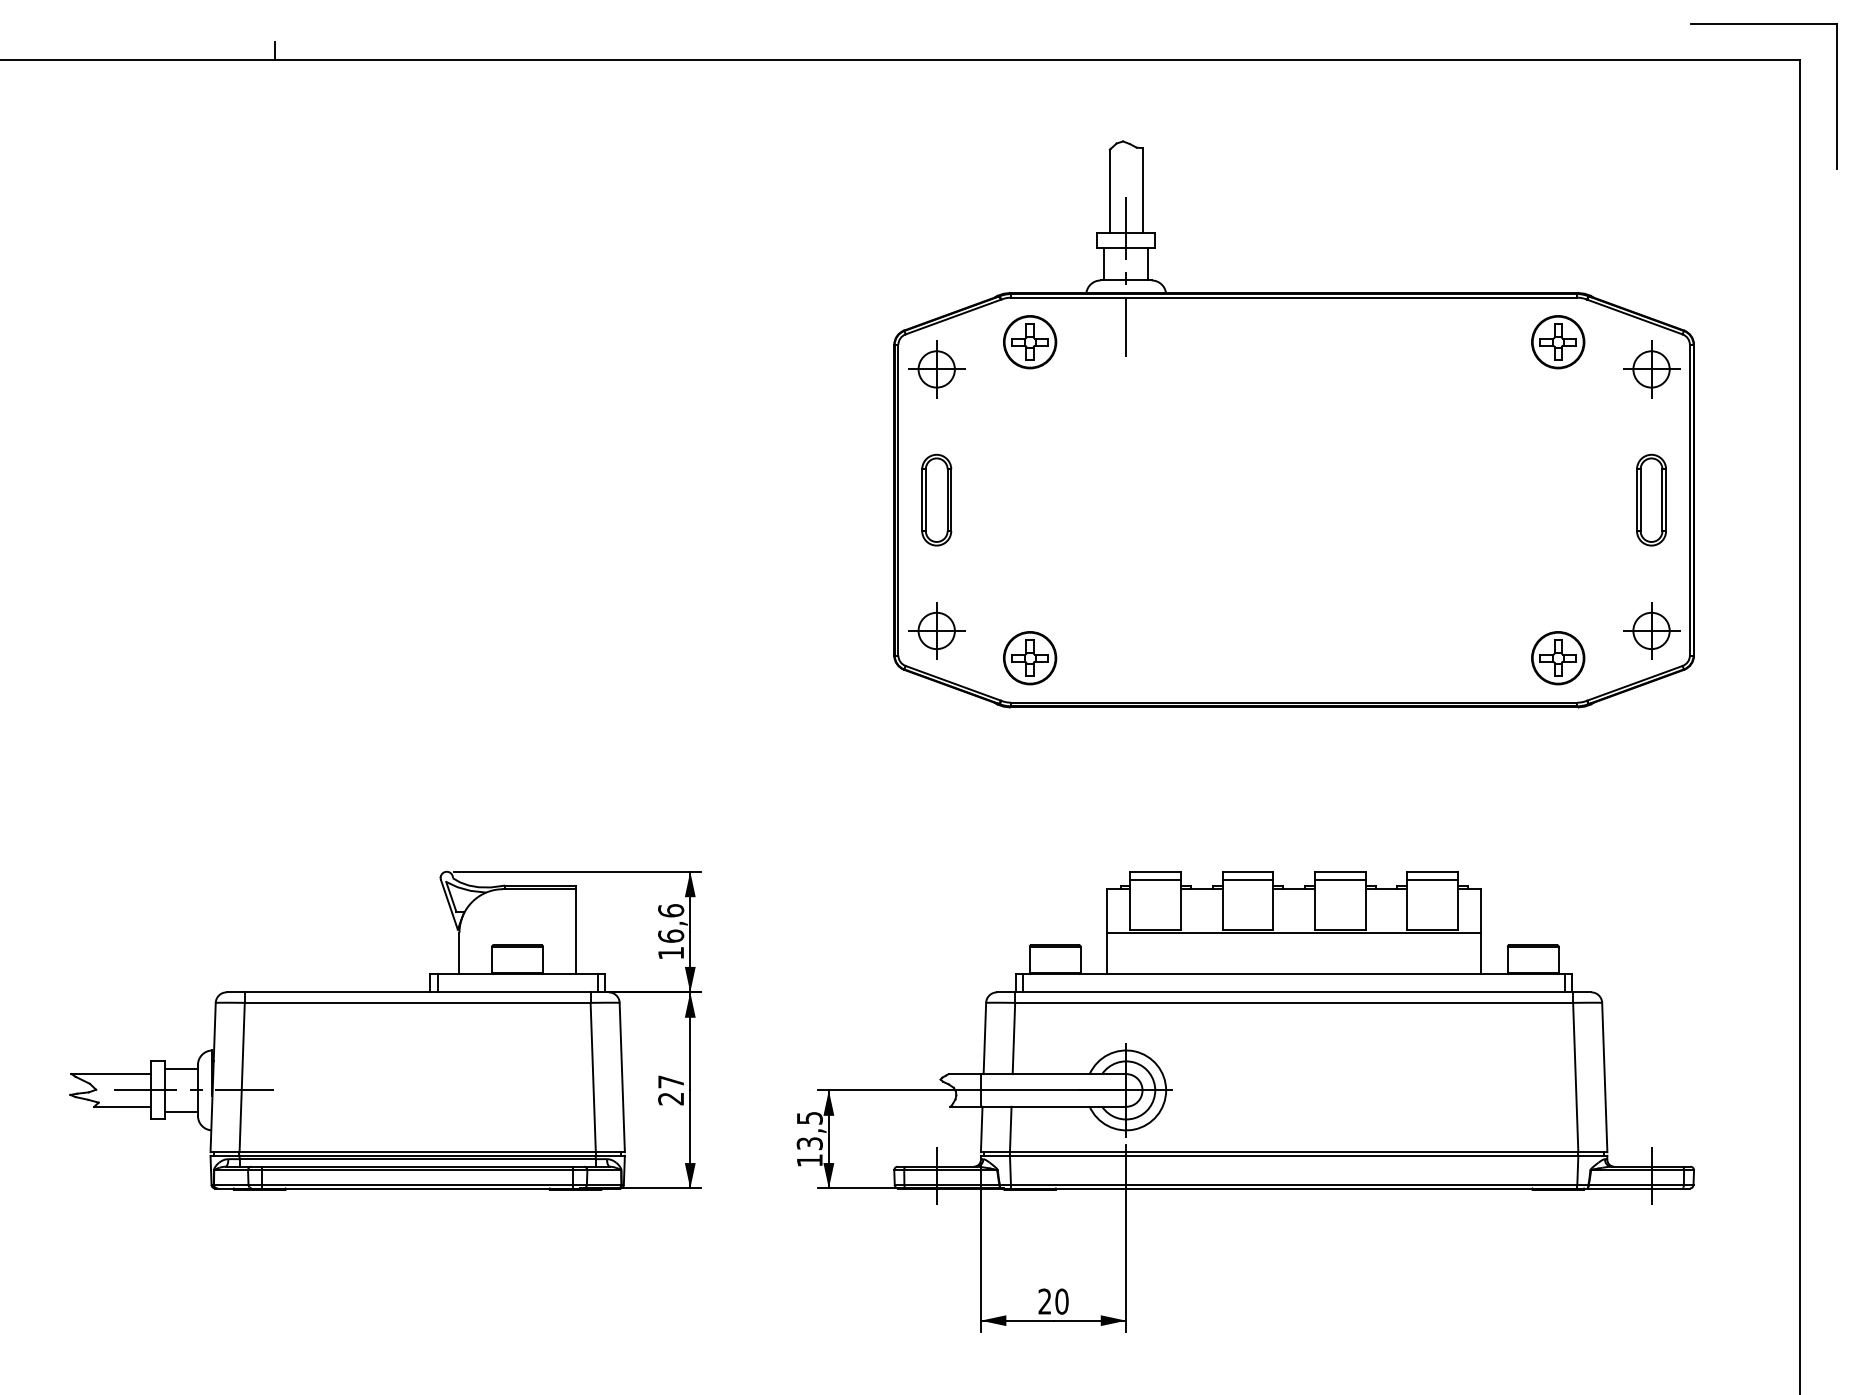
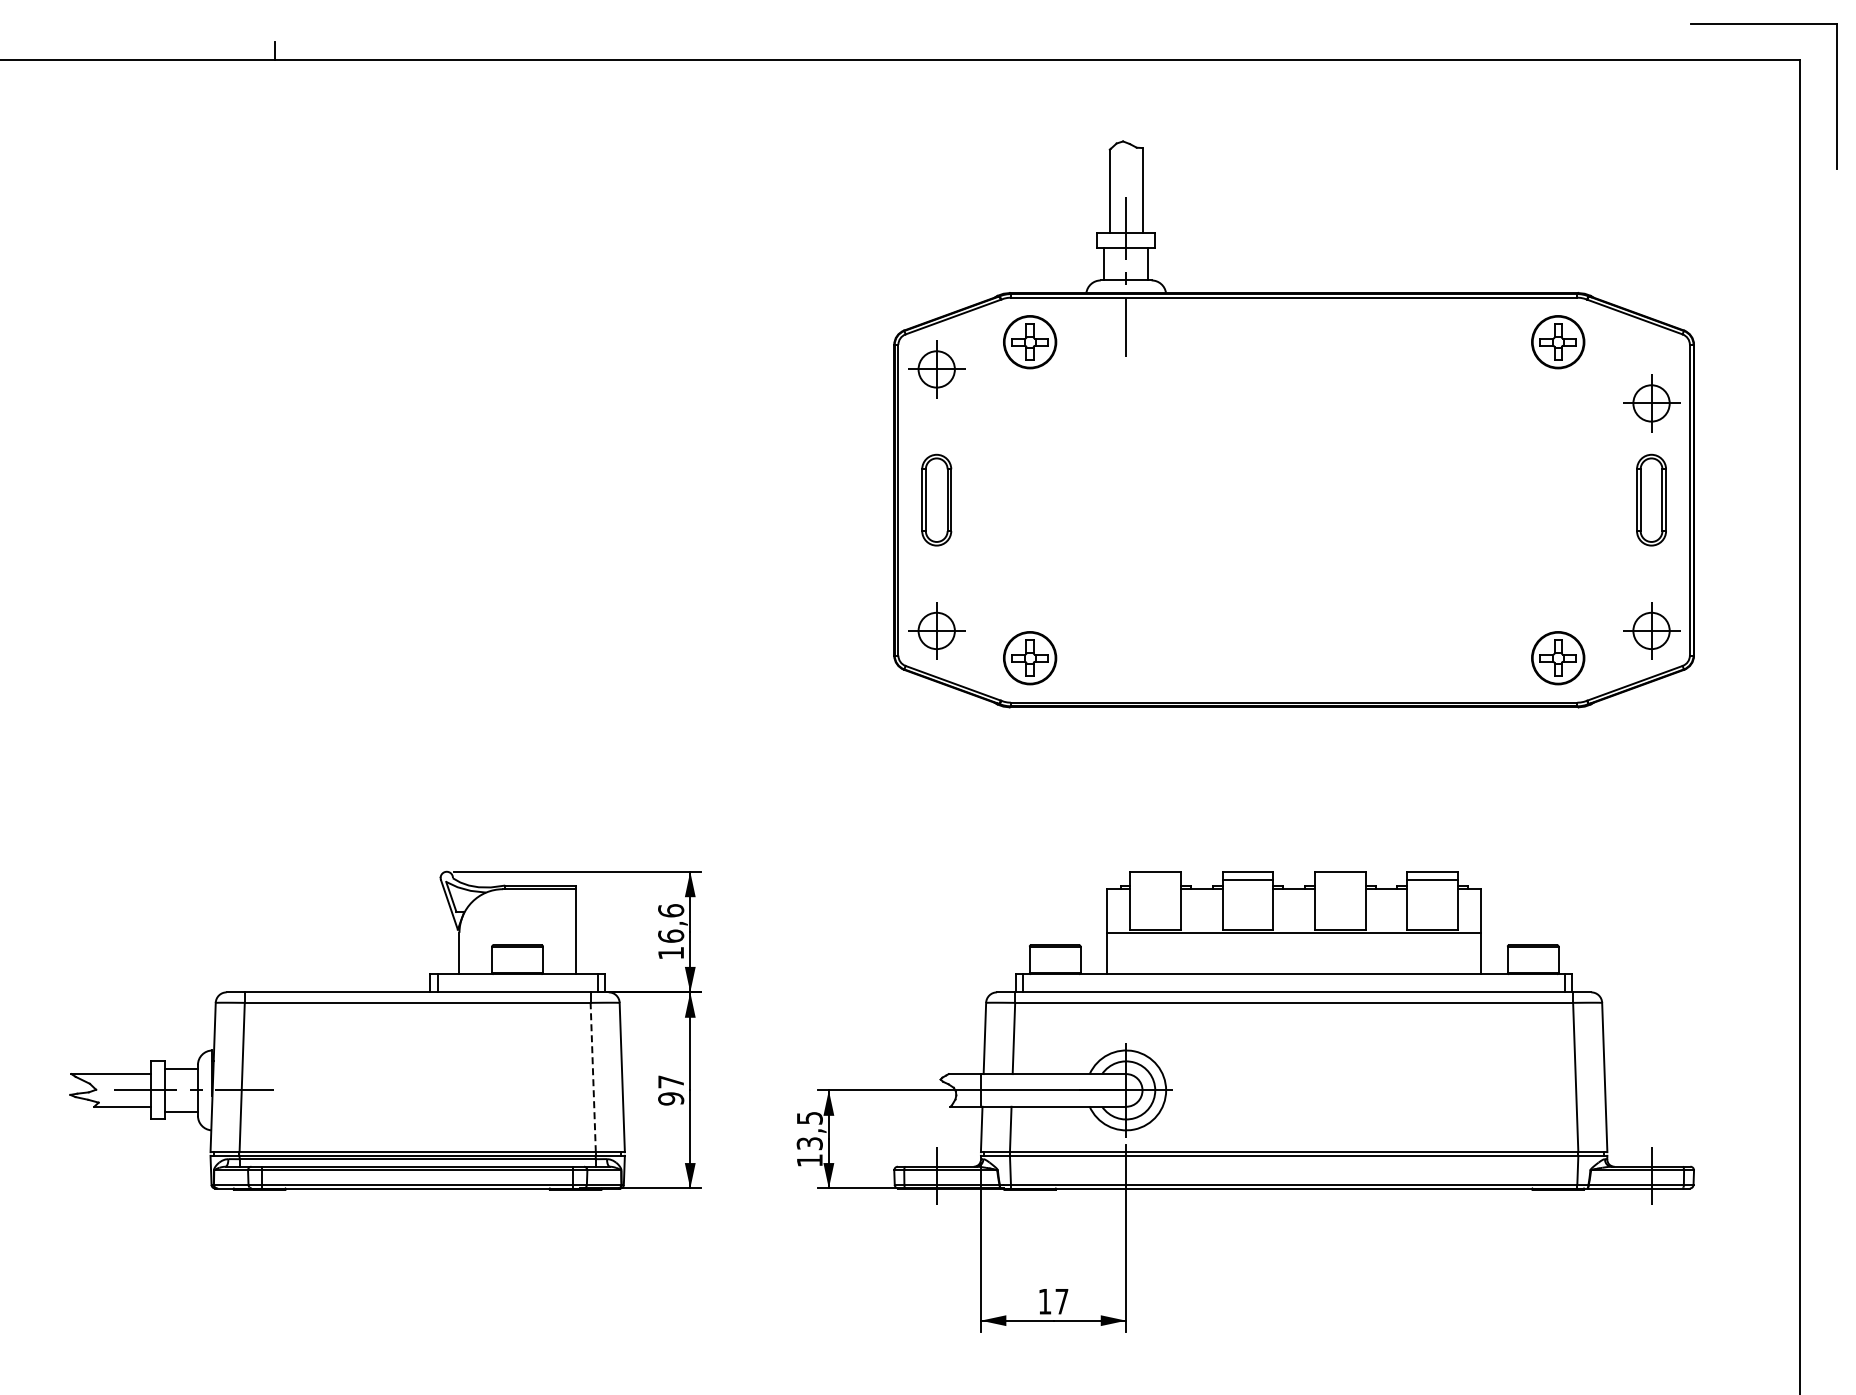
part at (1651, 369) position: (1651, 369) -> (1651, 403)
line at (1155, 879): present -> none
line at (1339, 879): present -> none
line at (593, 1077): solid -> dashed
text at (671, 1098): 27 -> 97
text at (1053, 1301): 20 -> 17
